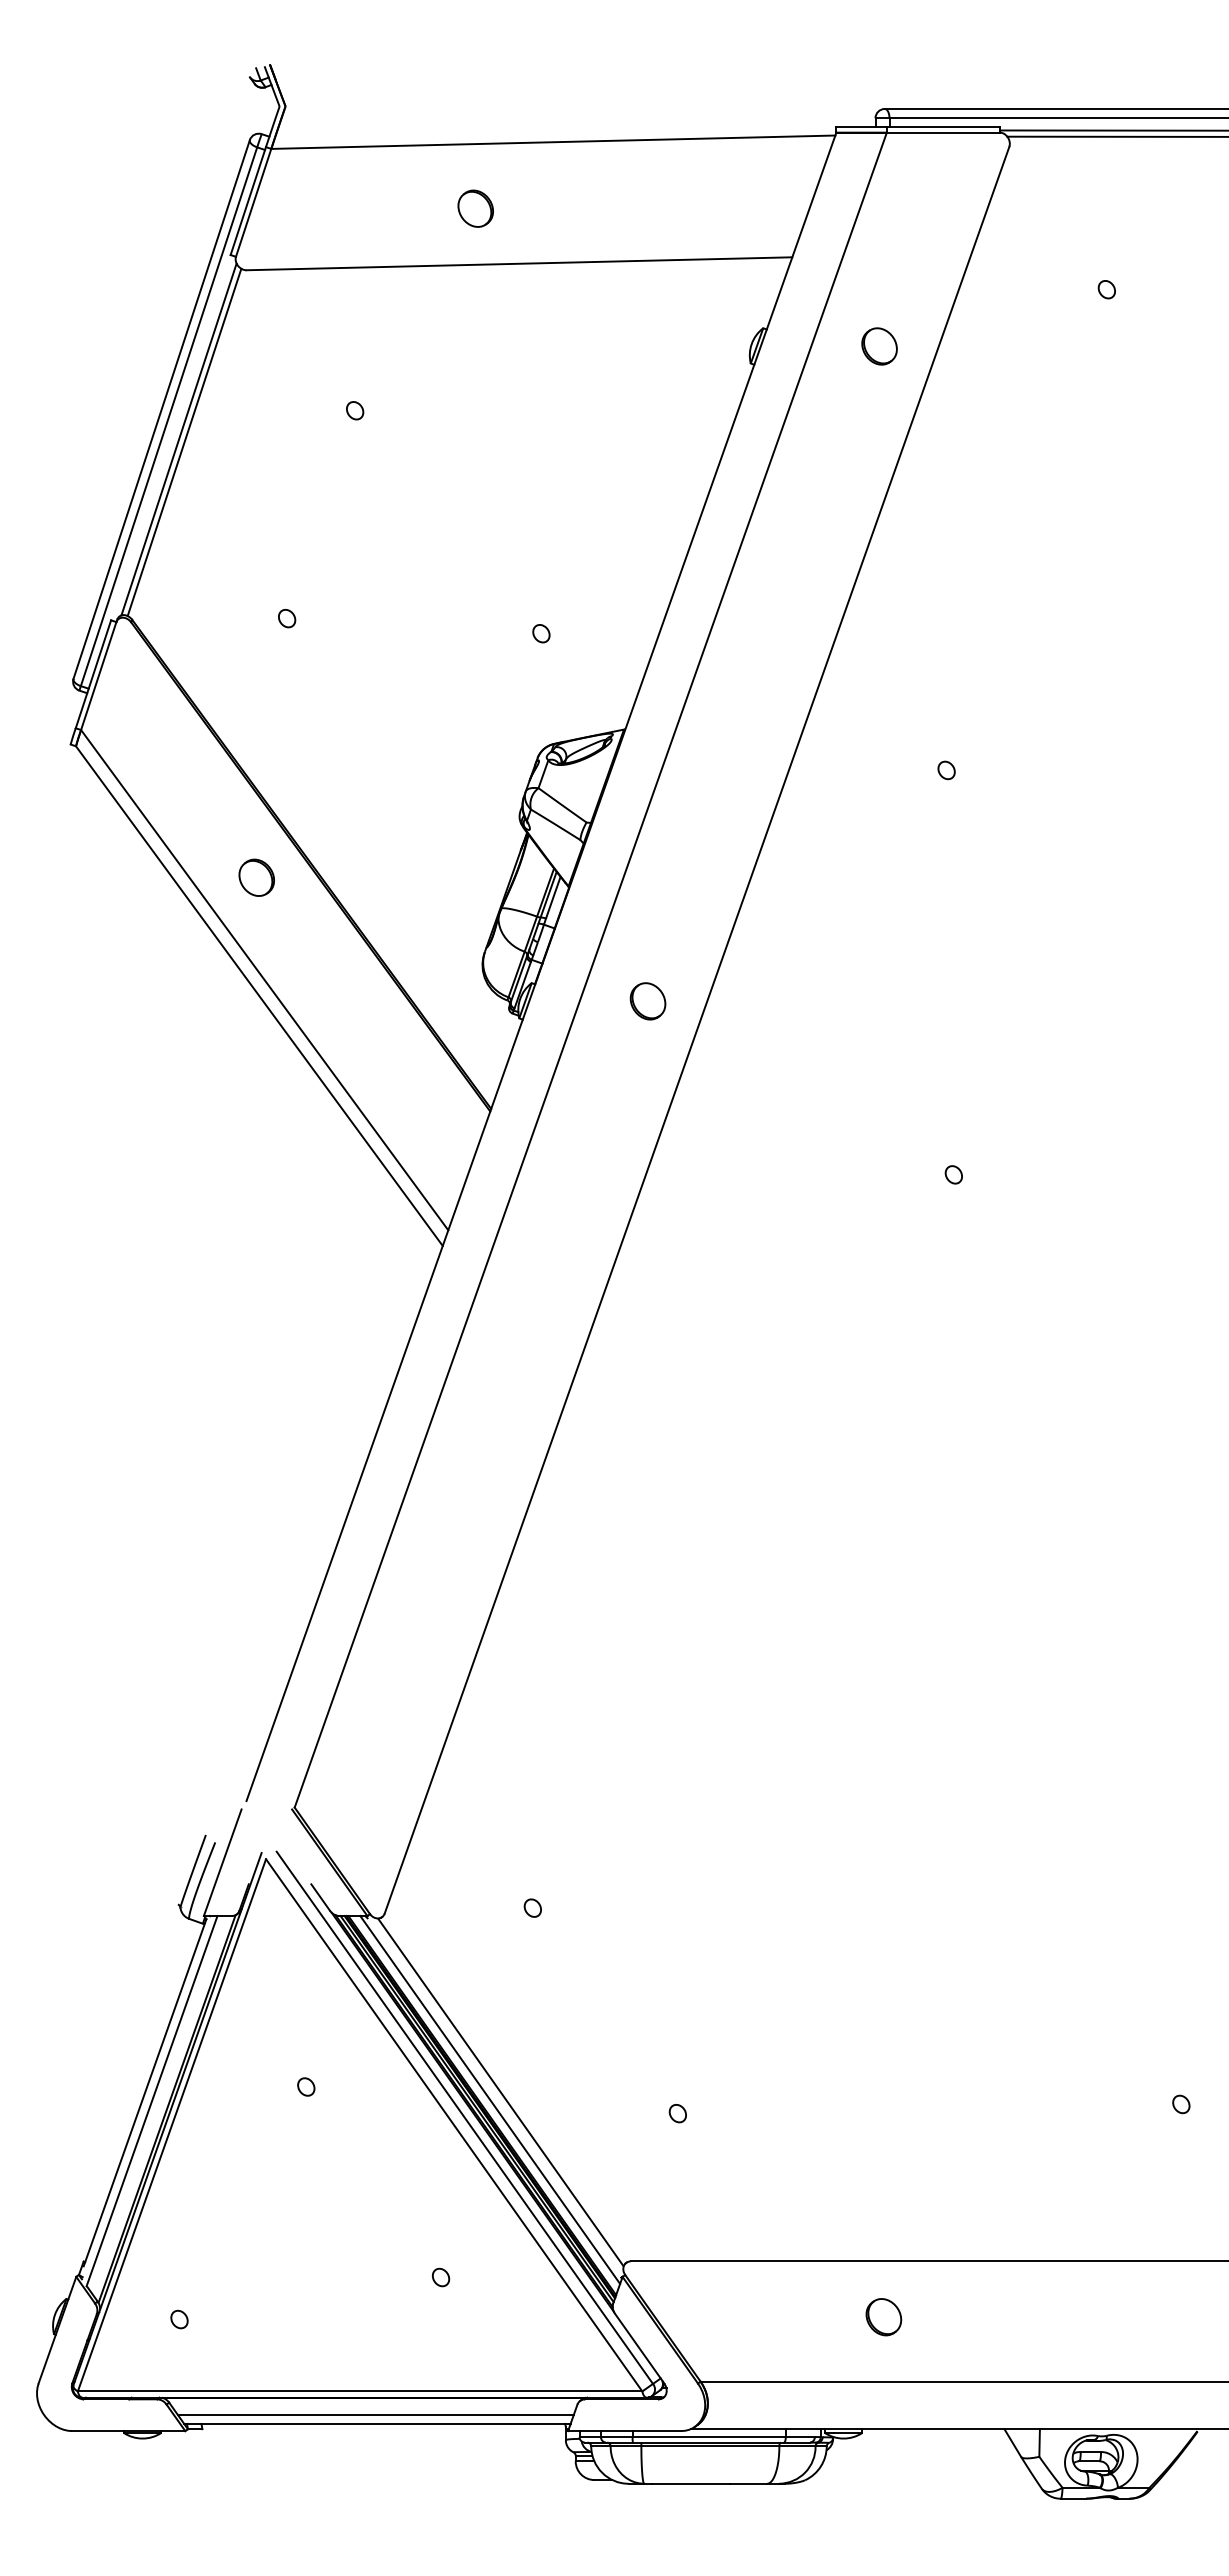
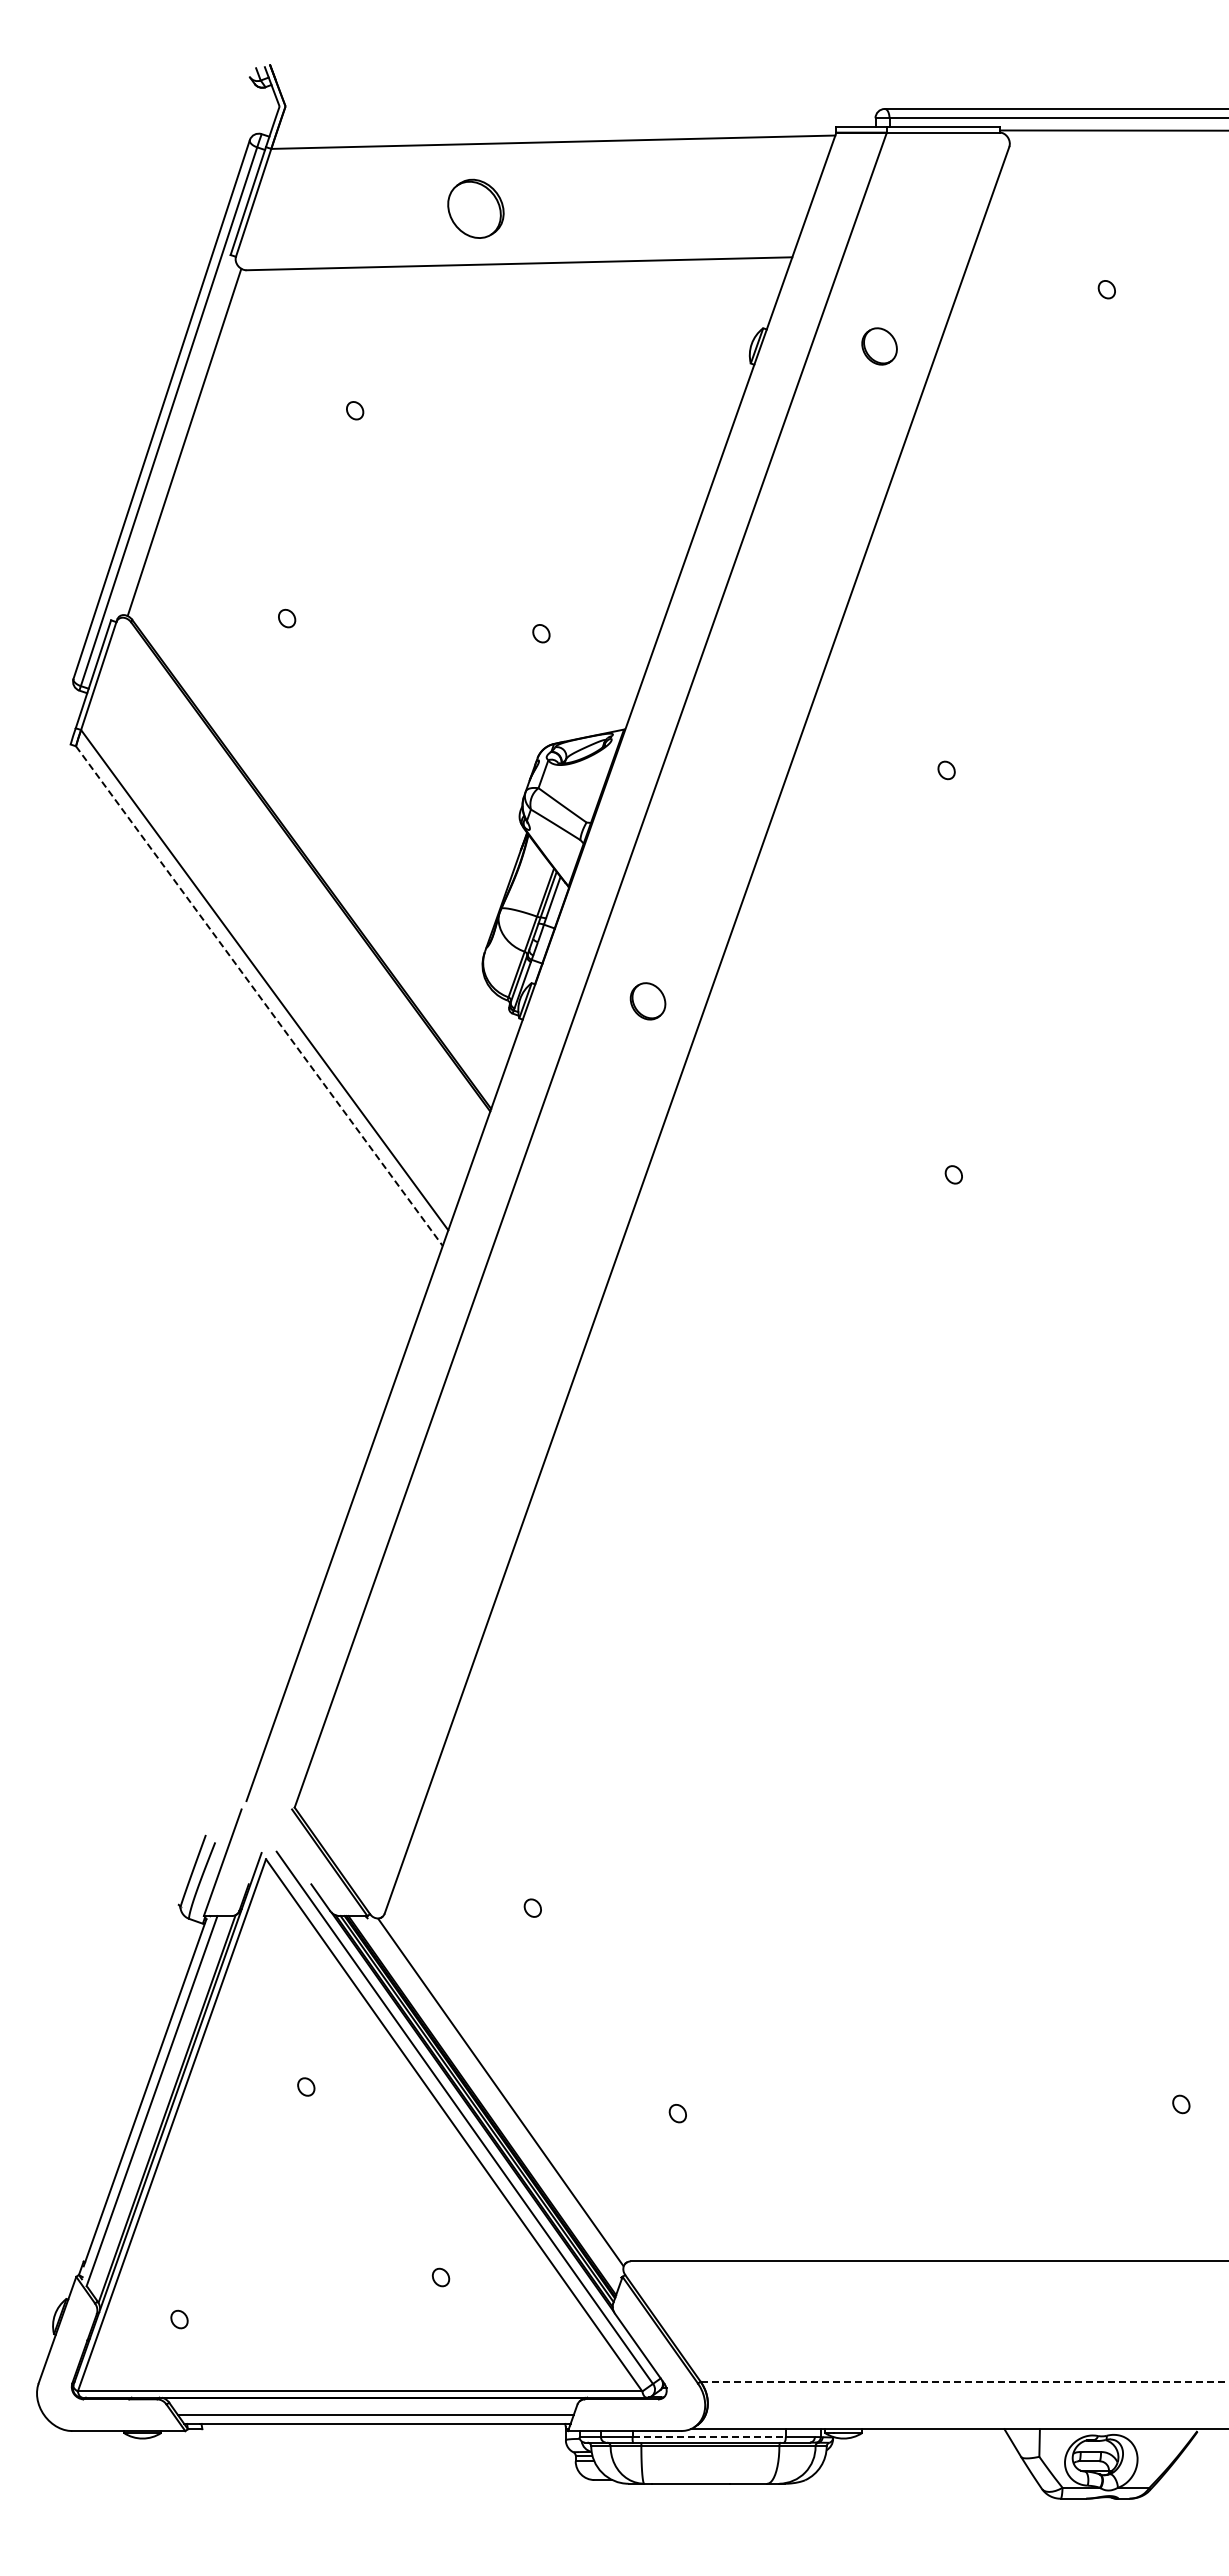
line at (1116, 136): present -> none
part at (475, 208) size: 37x39 px -> 58x61 px
line at (178, 439): present -> none
part at (256, 877): present -> none
line at (259, 996): solid -> dashed
line at (490, 2099): present -> none
part at (883, 2317): present -> none
line at (964, 2381): solid -> dashed
line at (709, 2437): solid -> dashed
